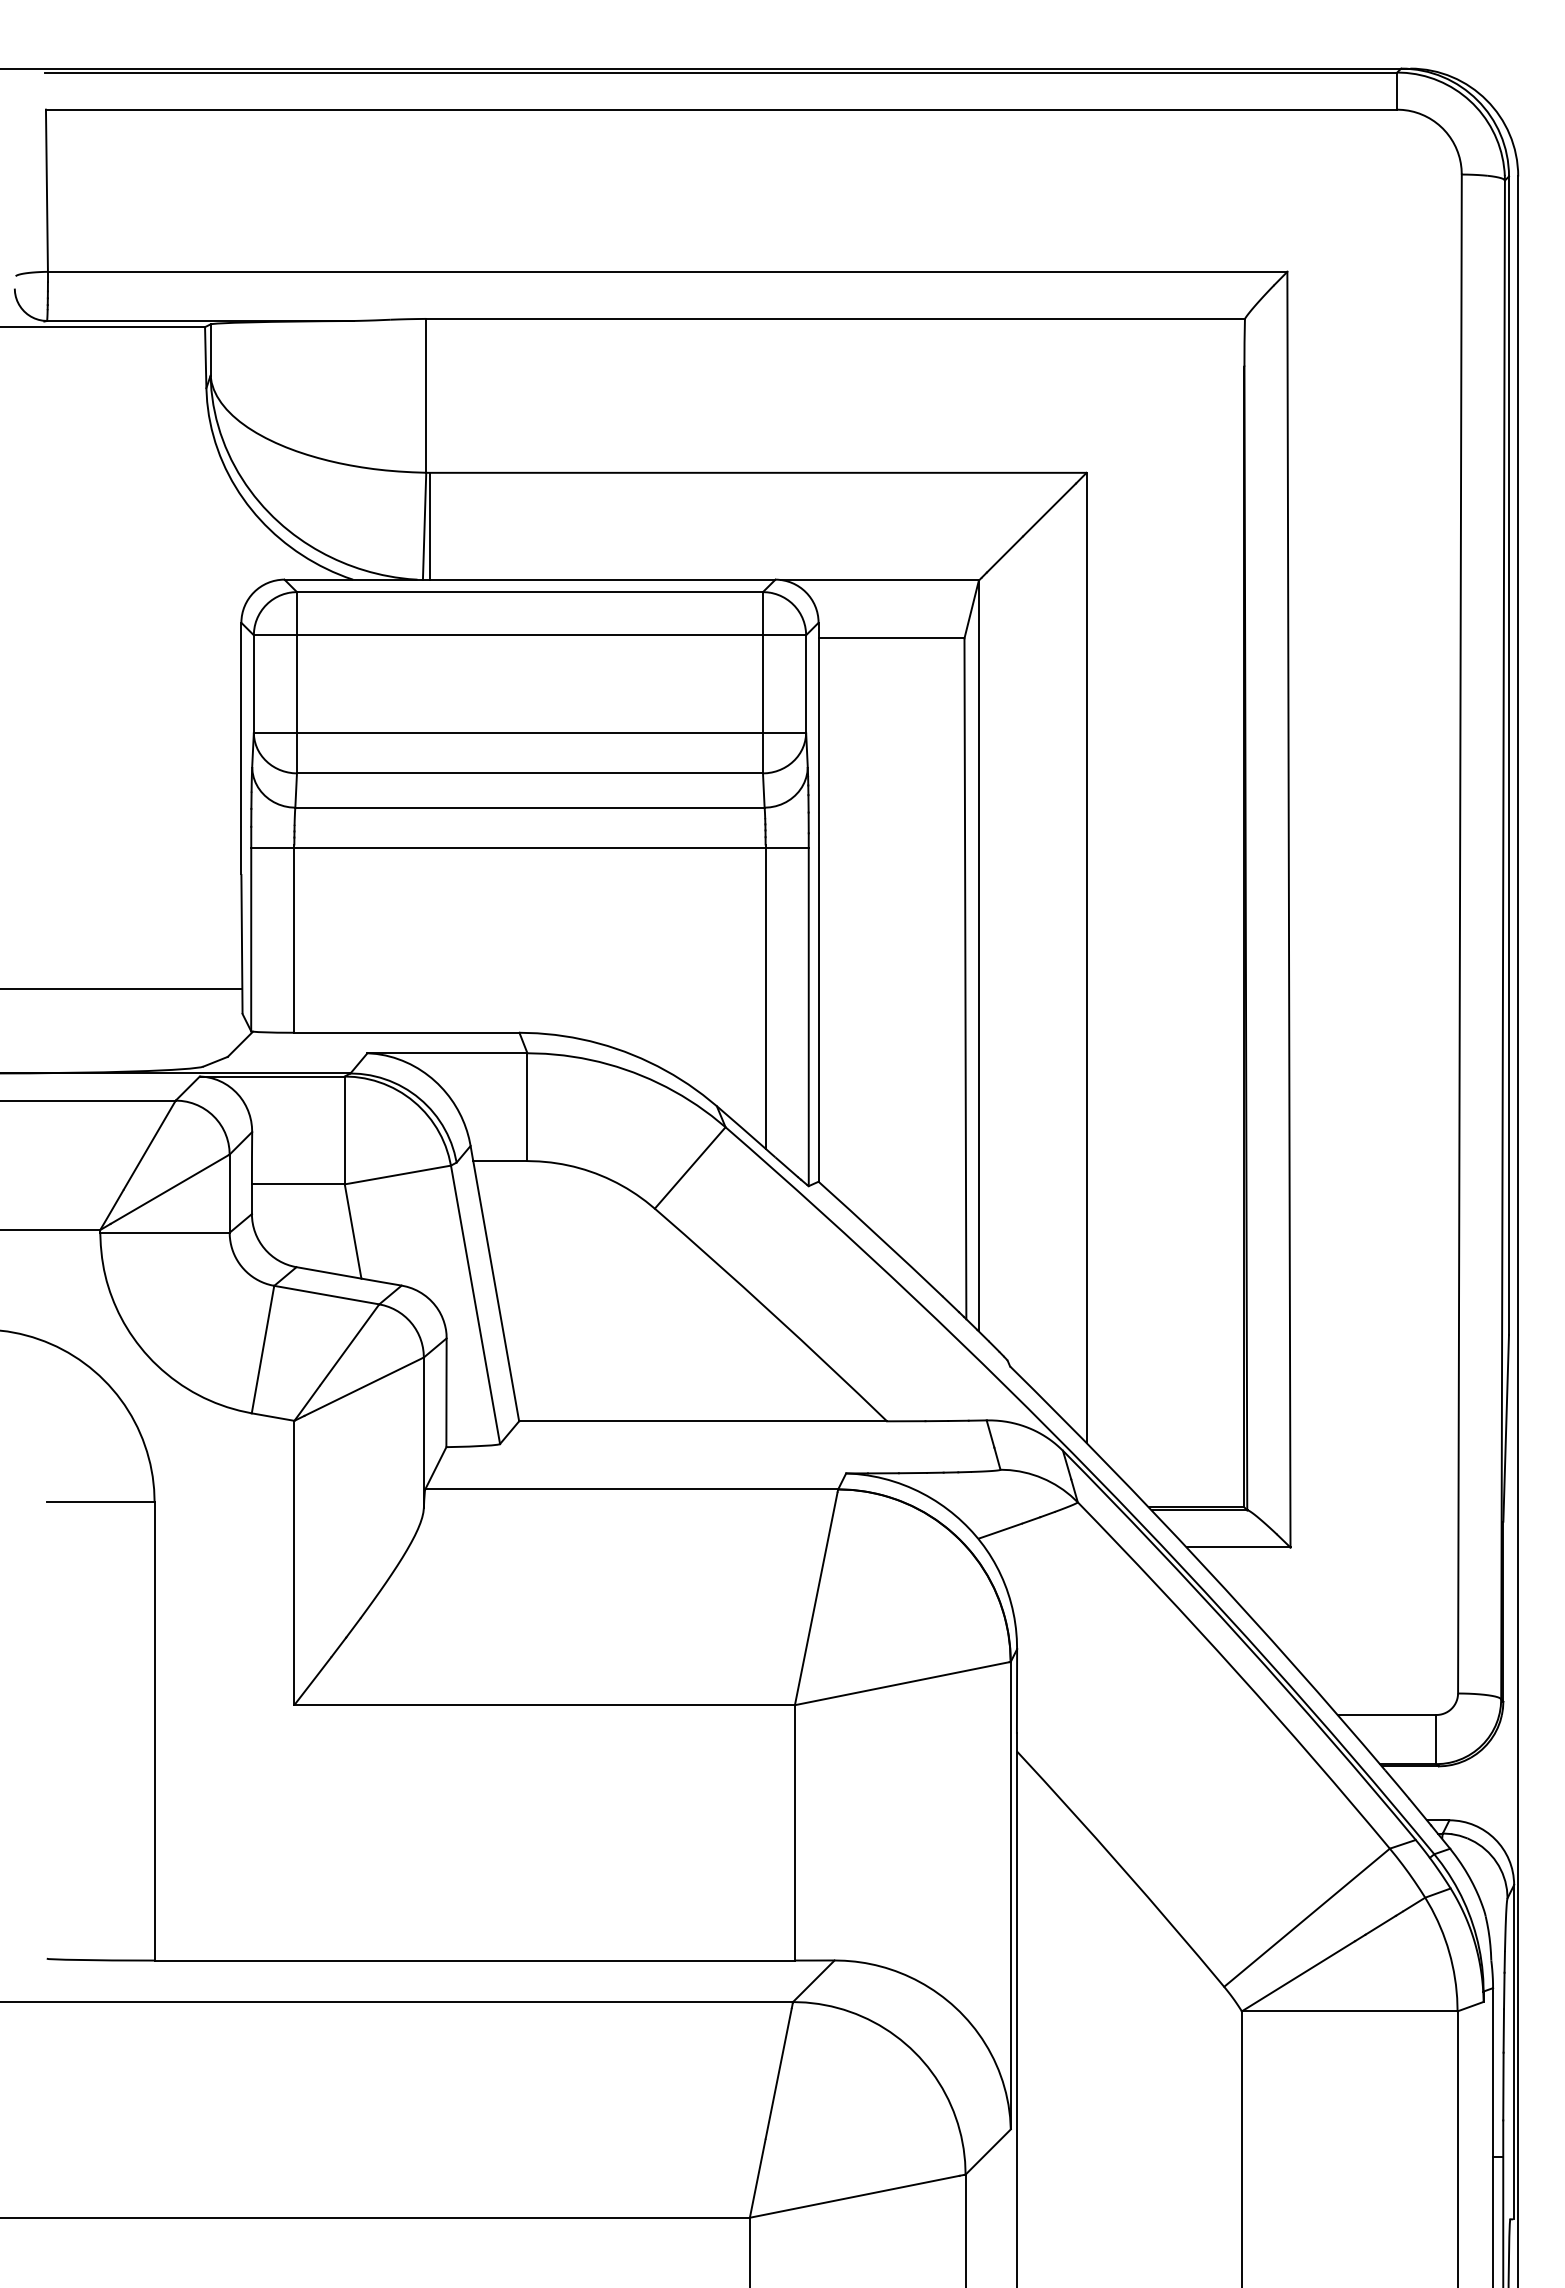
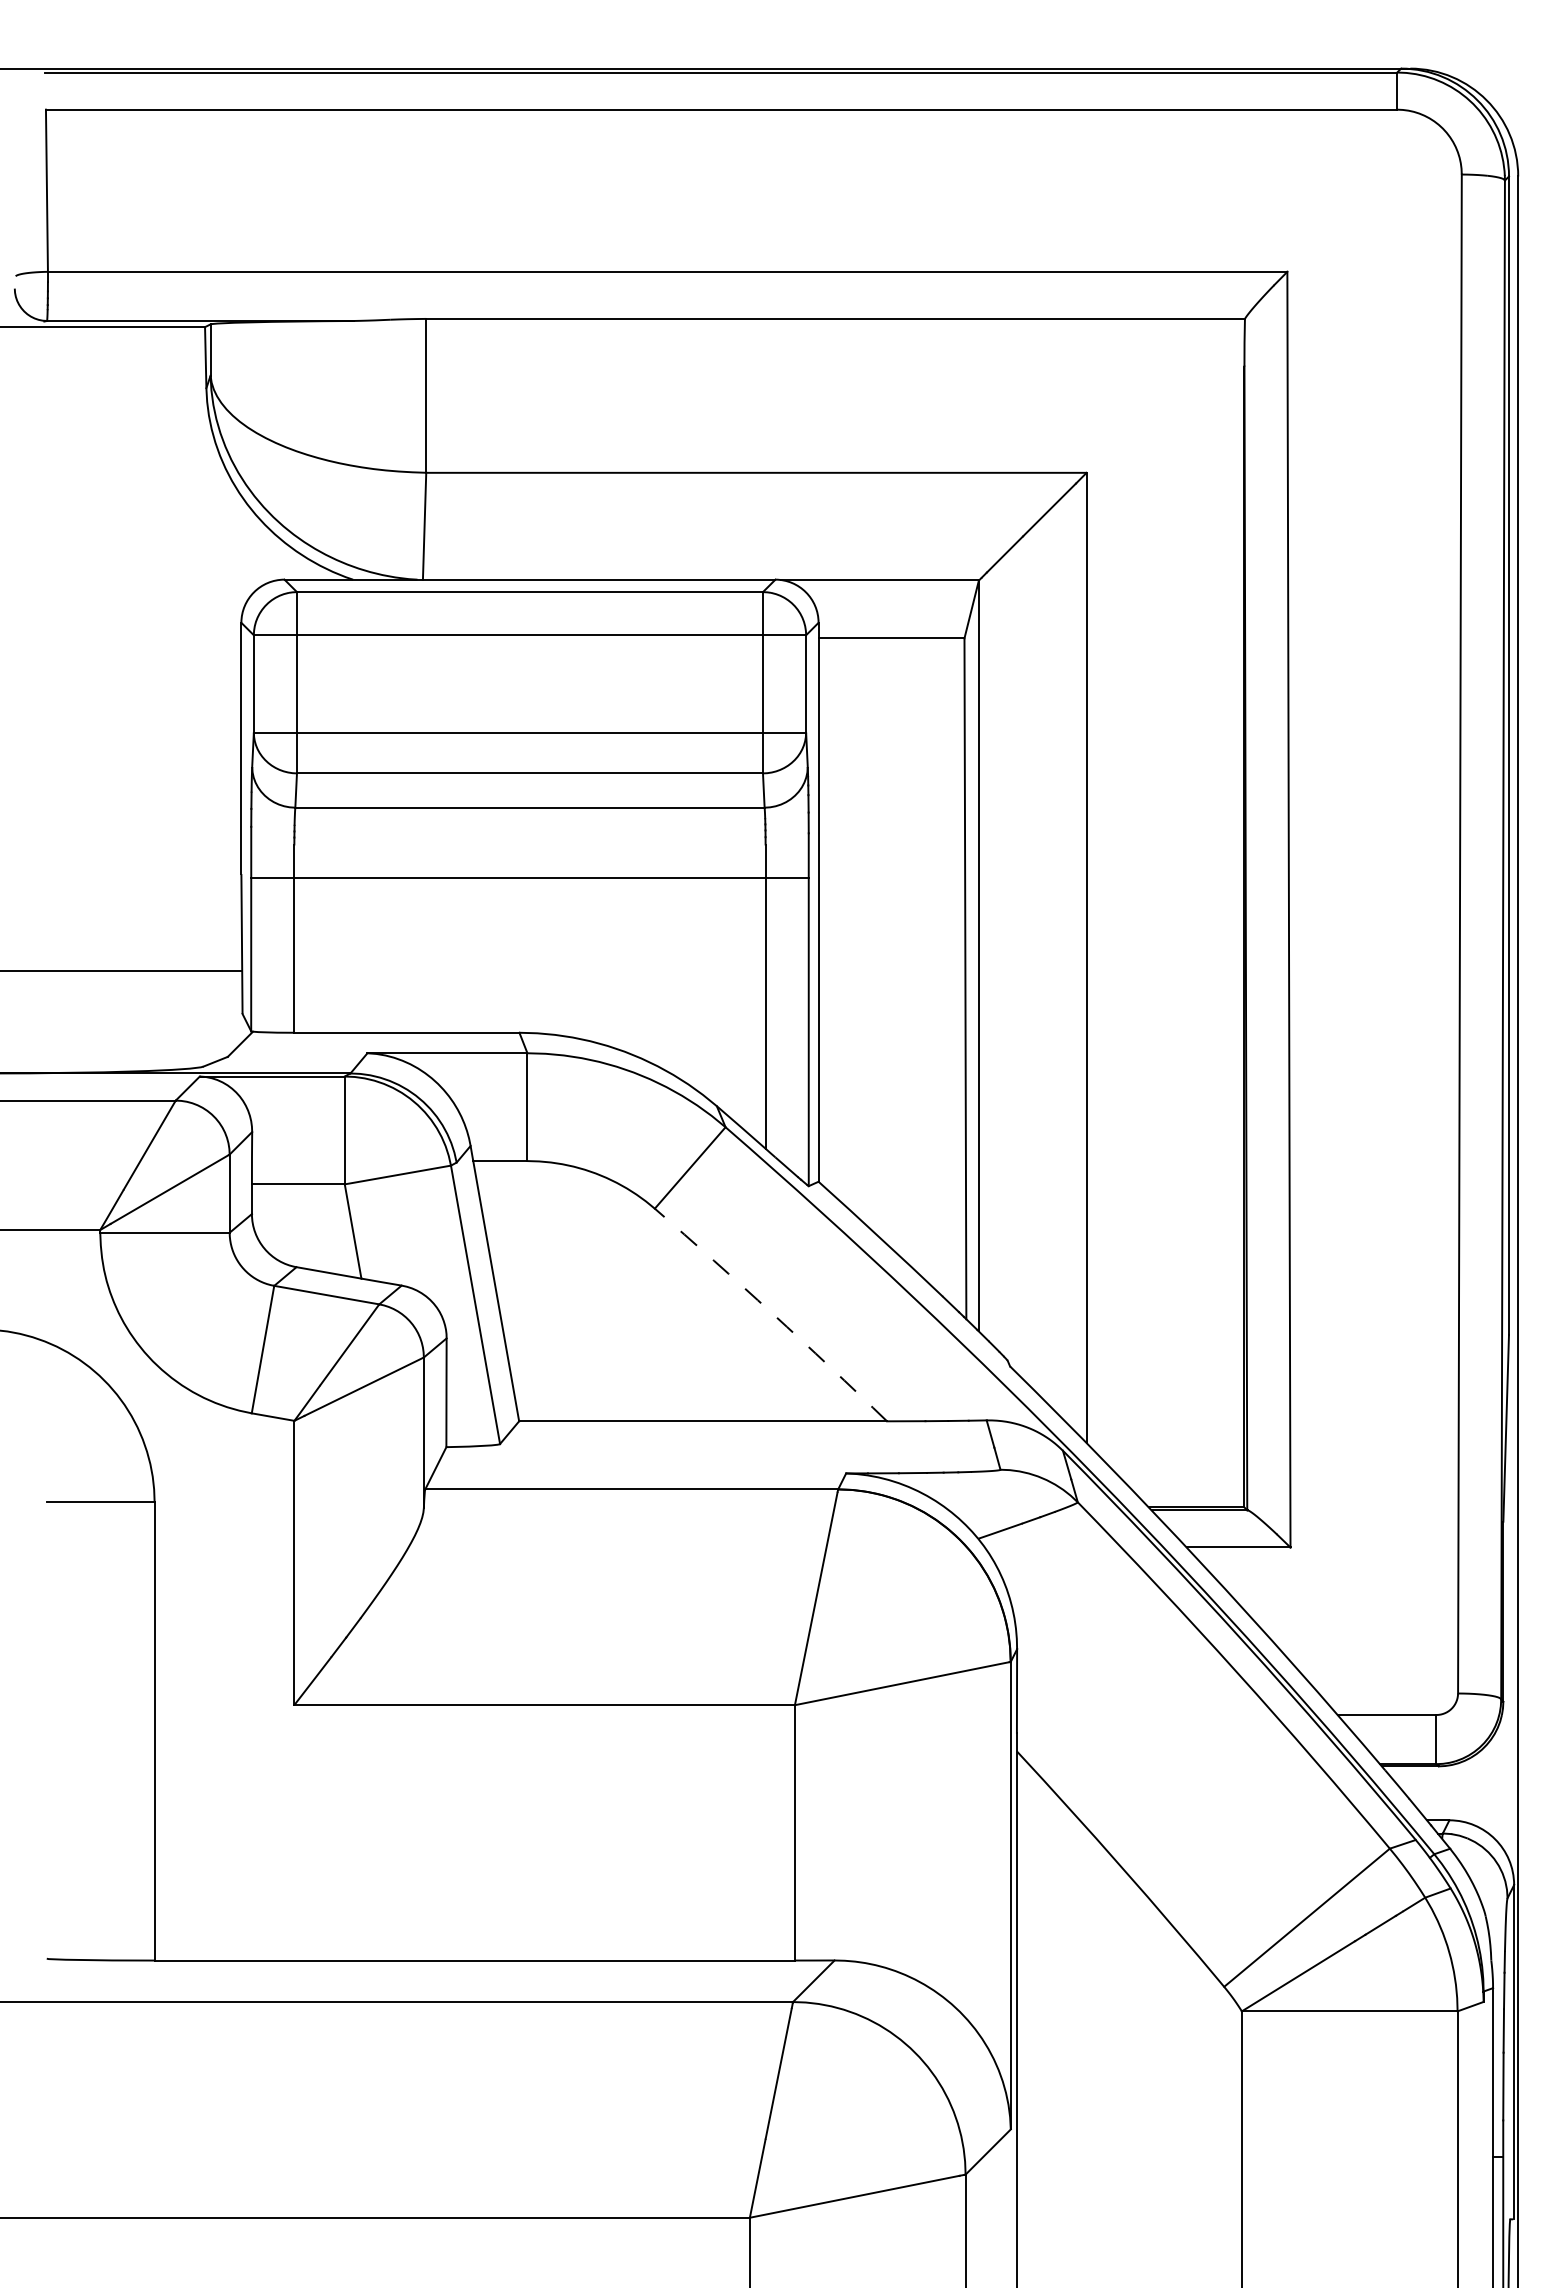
line at (429, 525): present -> none
line at (529, 848) position: (529, 848) -> (529, 878)
line at (122, 988) position: (122, 988) -> (122, 970)
arc at (772, 1313): solid -> dashed
